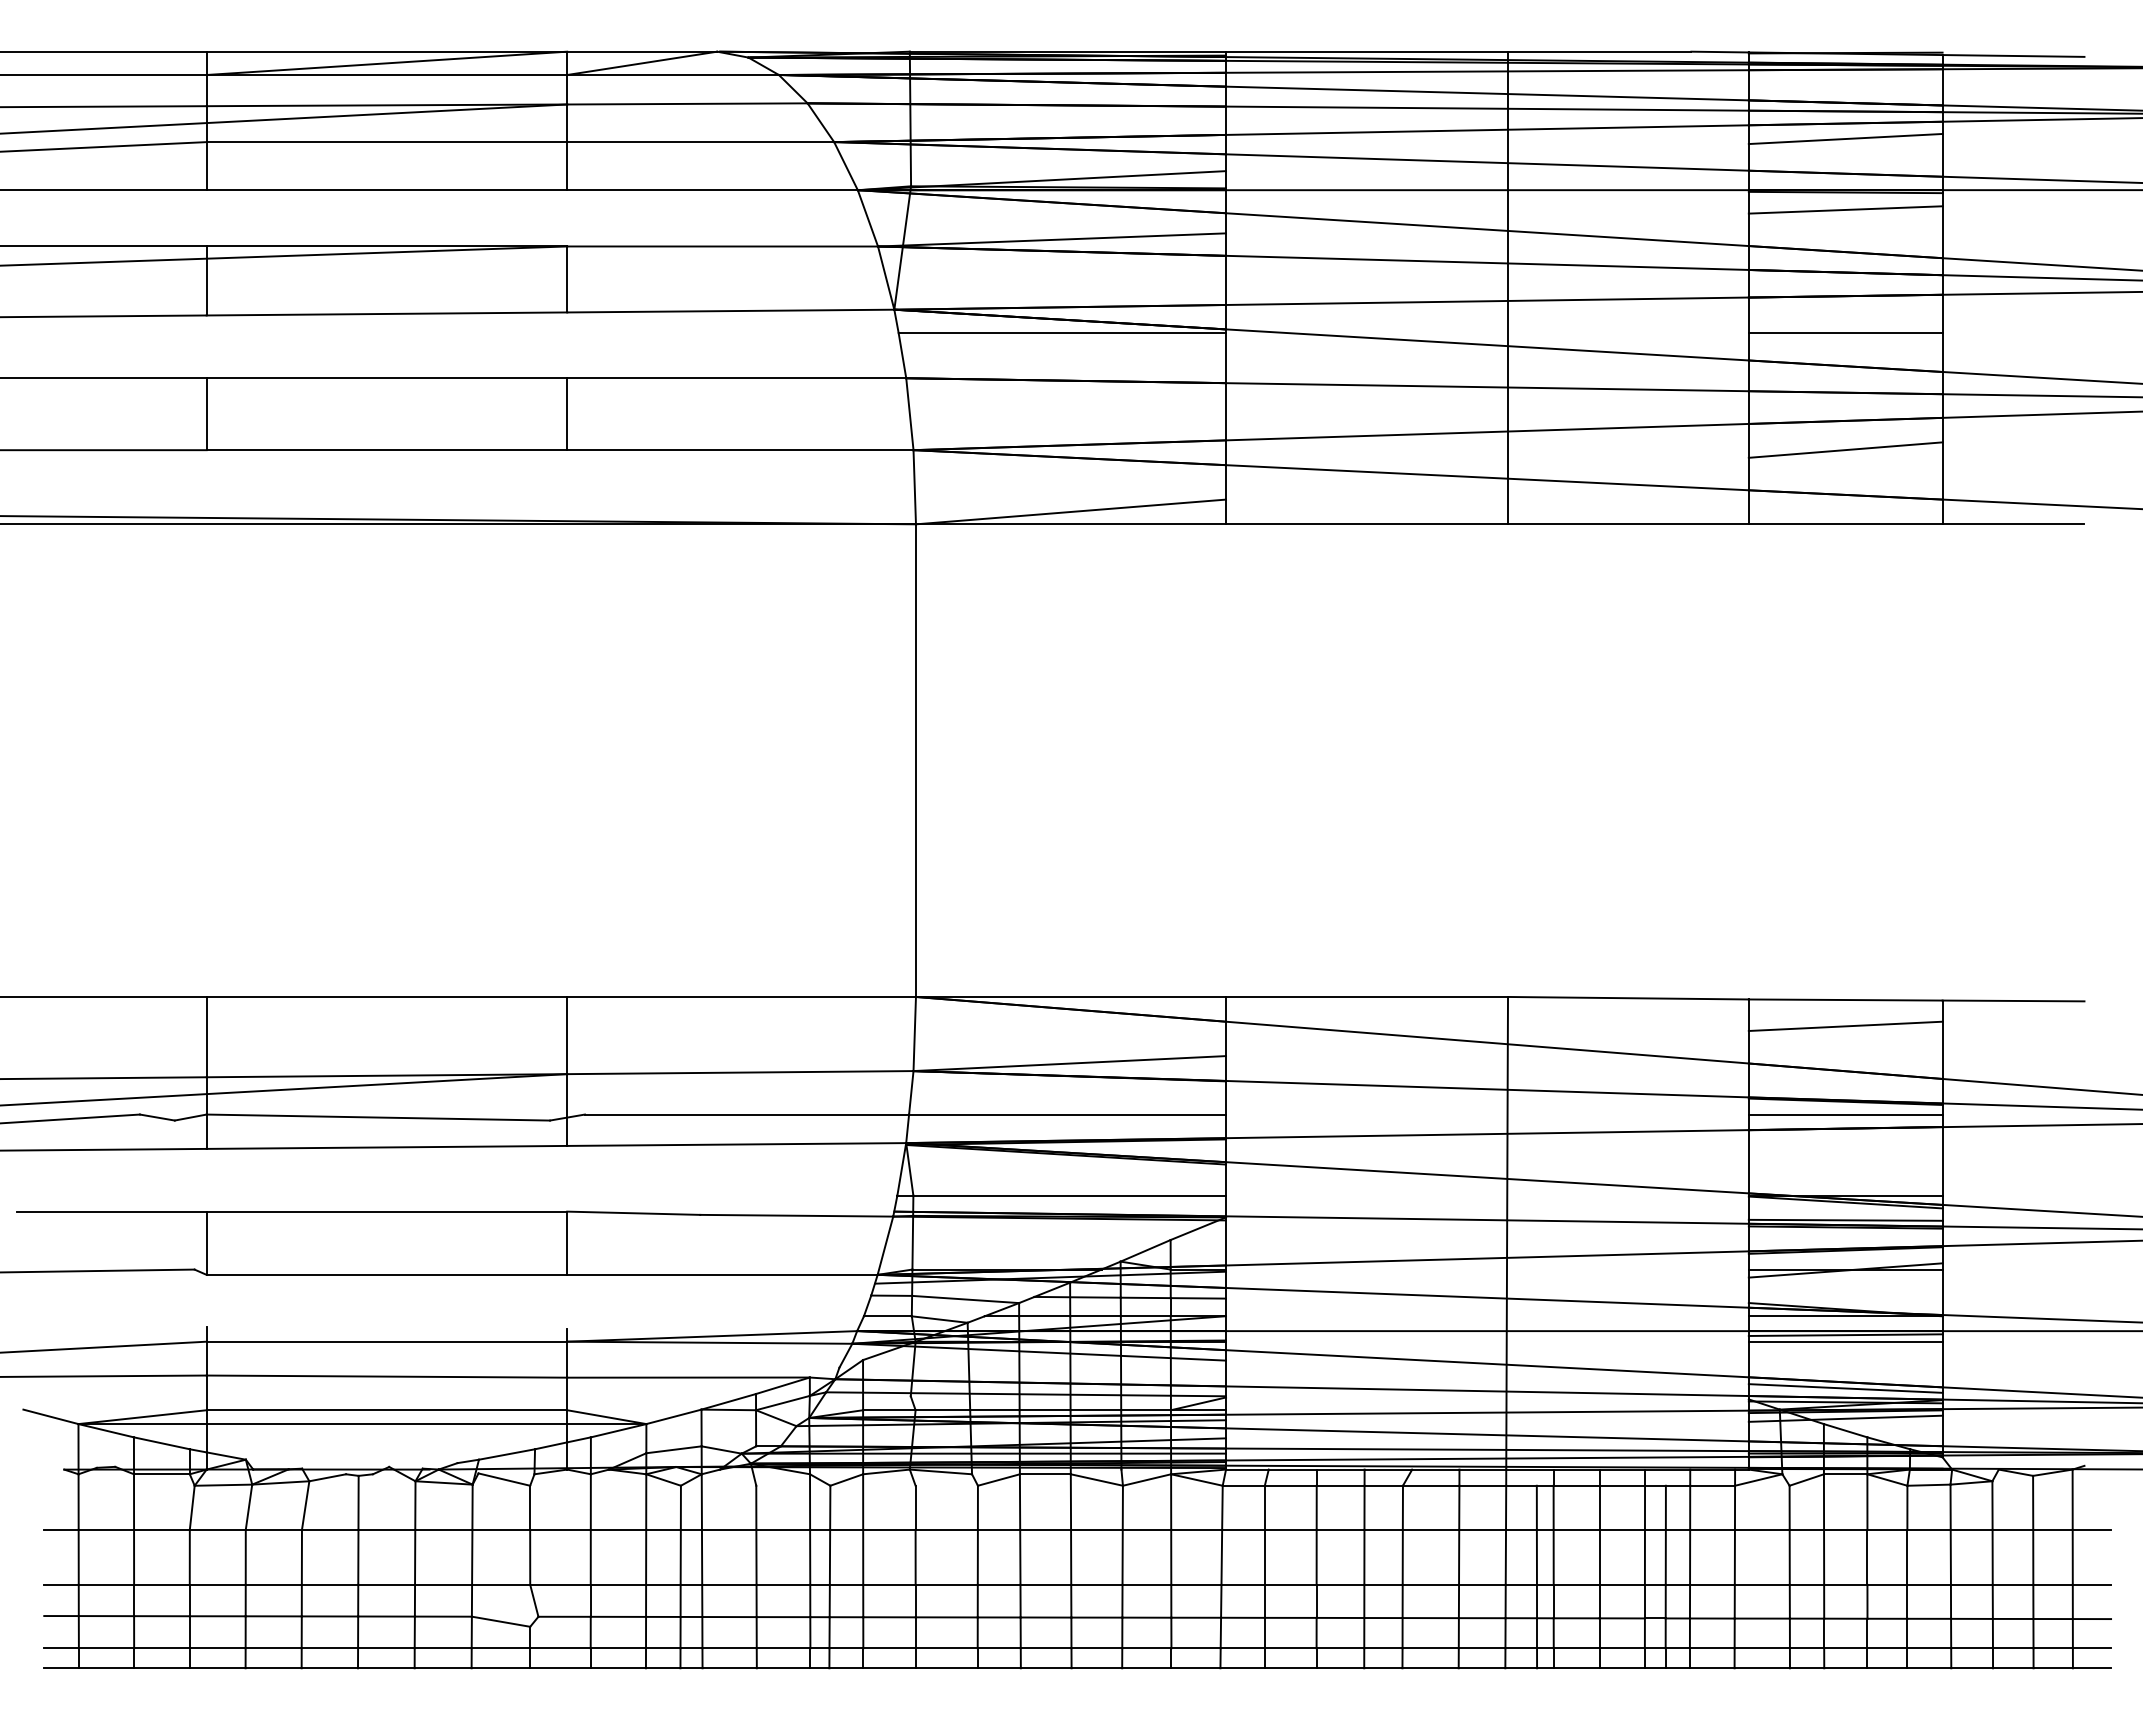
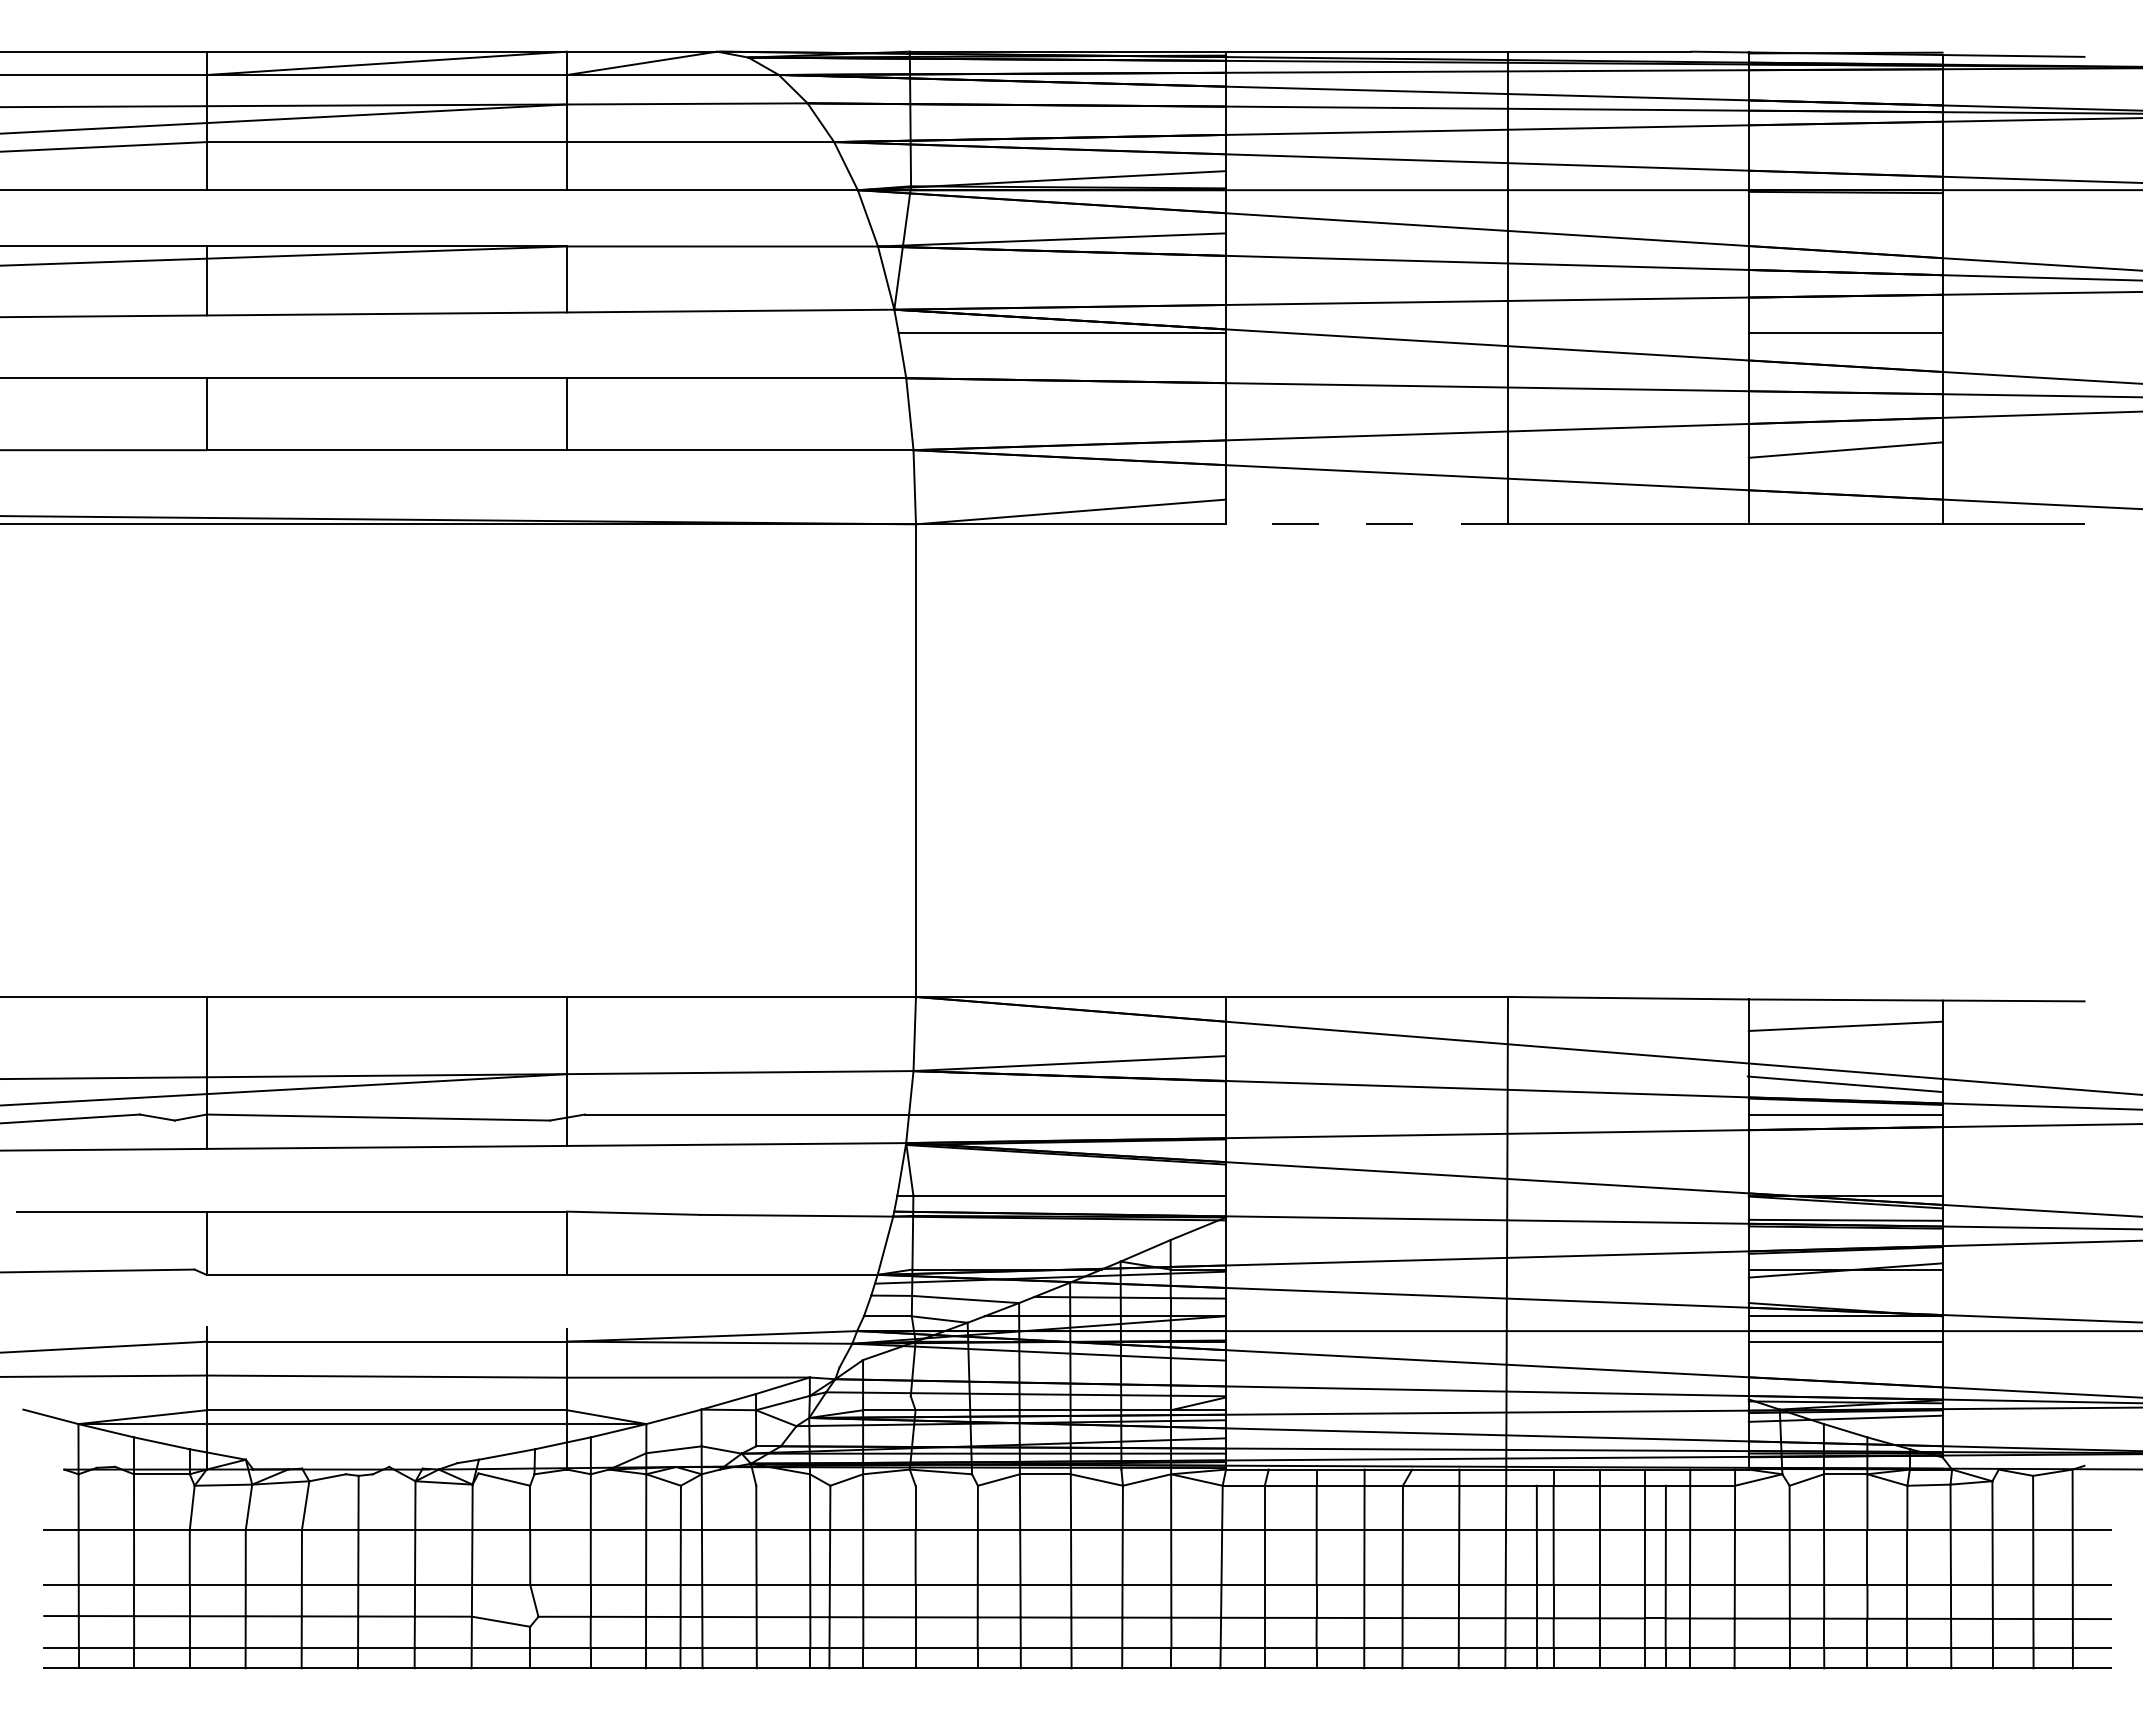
line at (1845, 138): present -> none
line at (1845, 209): present -> none
line at (1367, 524): solid -> dashed
line at (1845, 1070) position: (1845, 1070) -> (1844, 1083)
line at (1845, 1334): present -> none
line at (1845, 1388): present -> none
